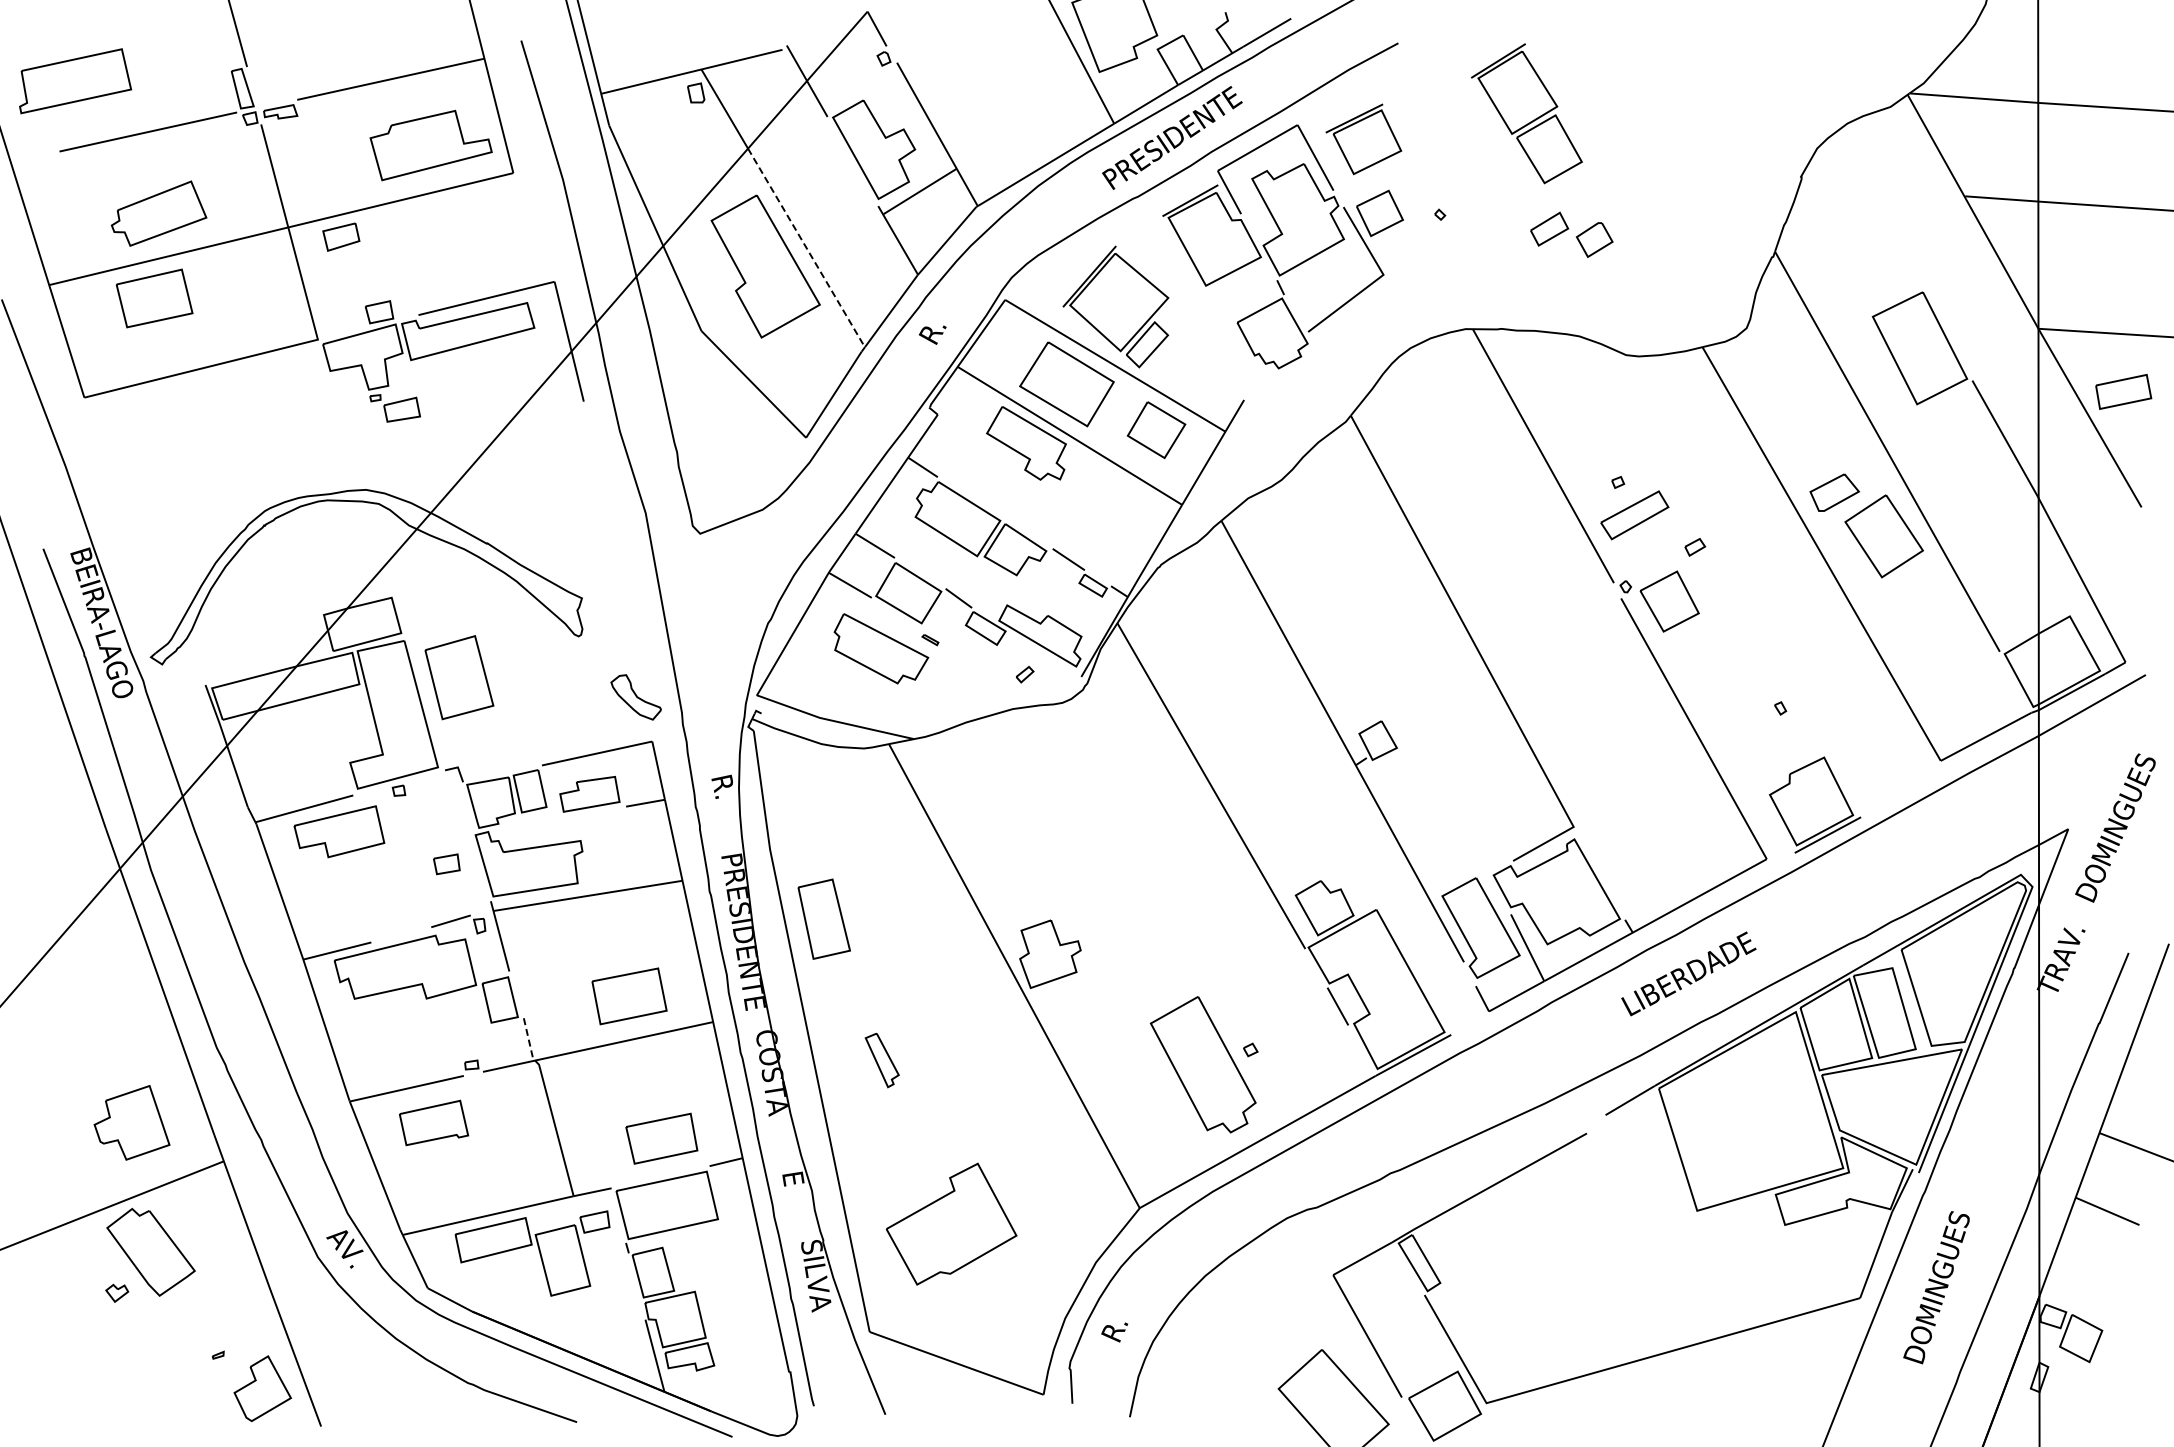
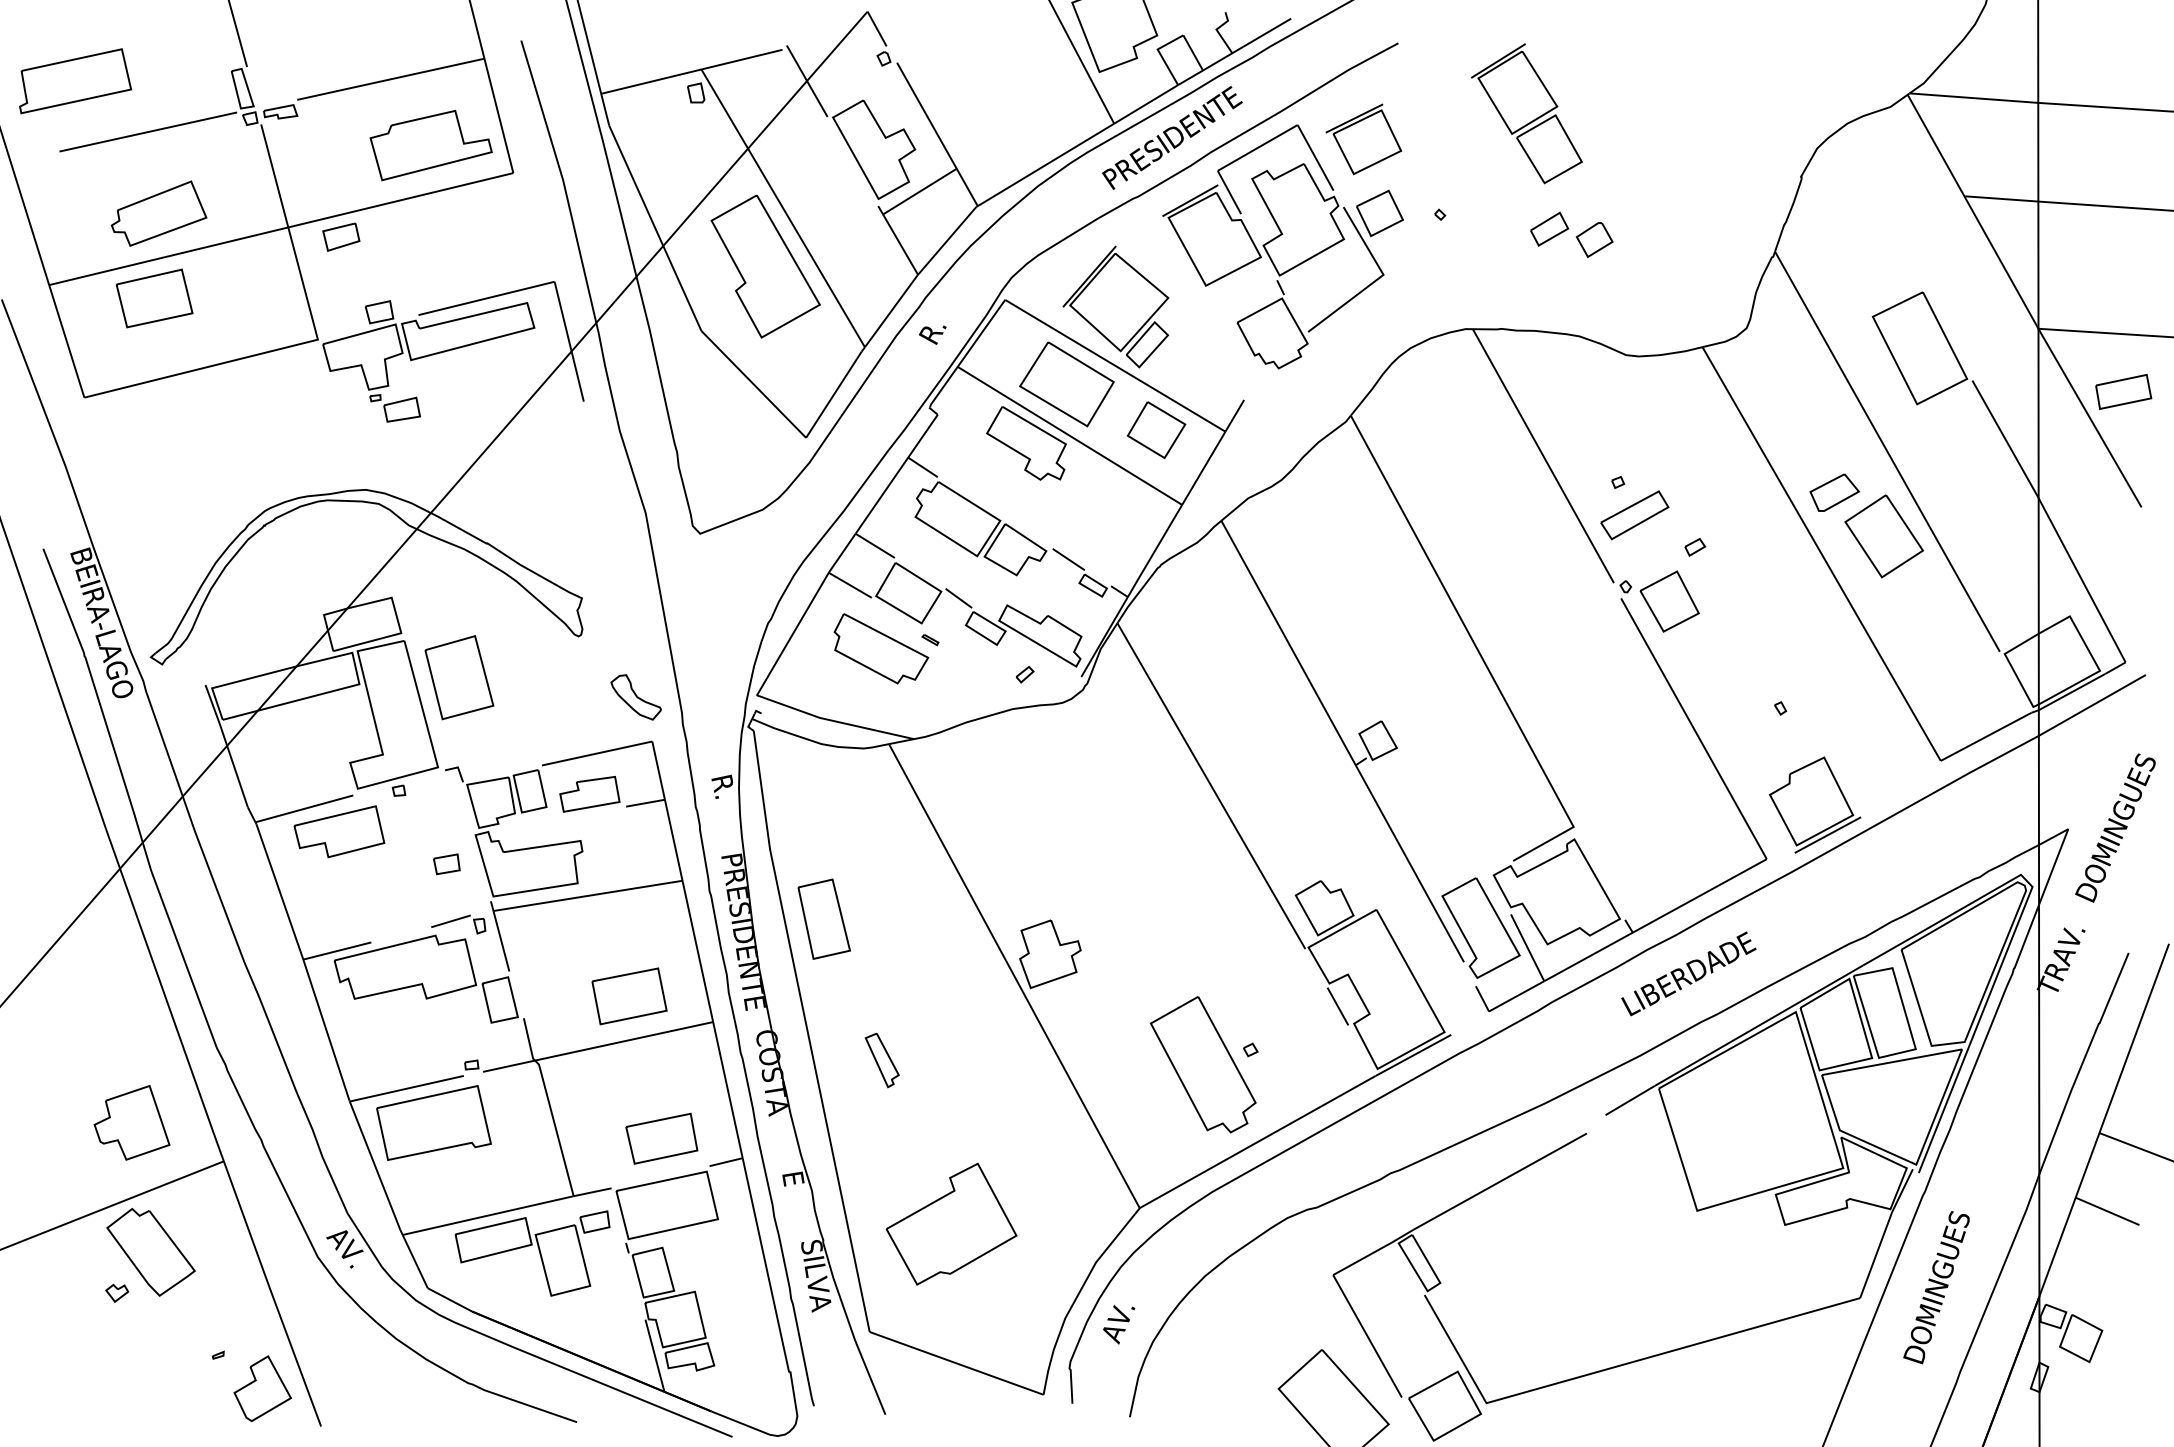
line at (806, 248): dashed -> solid
line at (528, 1040): dashed -> solid
part at (434, 1122) size: 71x48 px -> 116x76 px
text at (1118, 1324): R. -> AV.
